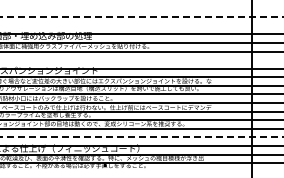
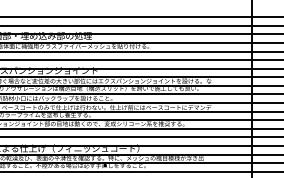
line at (142, 17): dashed -> solid
line at (141, 25): none -> present
line at (141, 60): none -> present
line at (142, 137): dashed -> solid
line at (141, 171): none -> present
